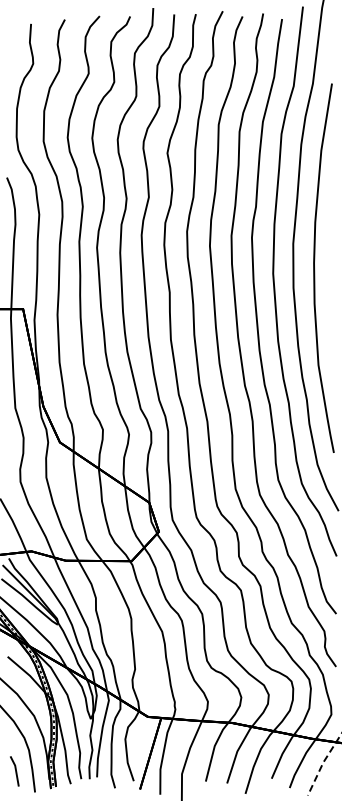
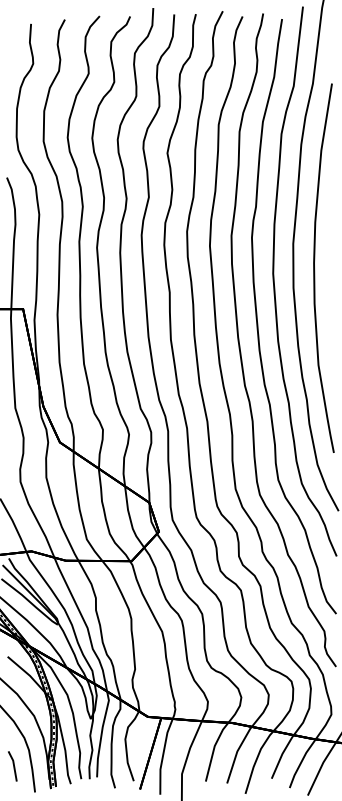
line at (322, 763): dashed -> solid
line at (15, 771) position: (15, 771) -> (13, 766)
